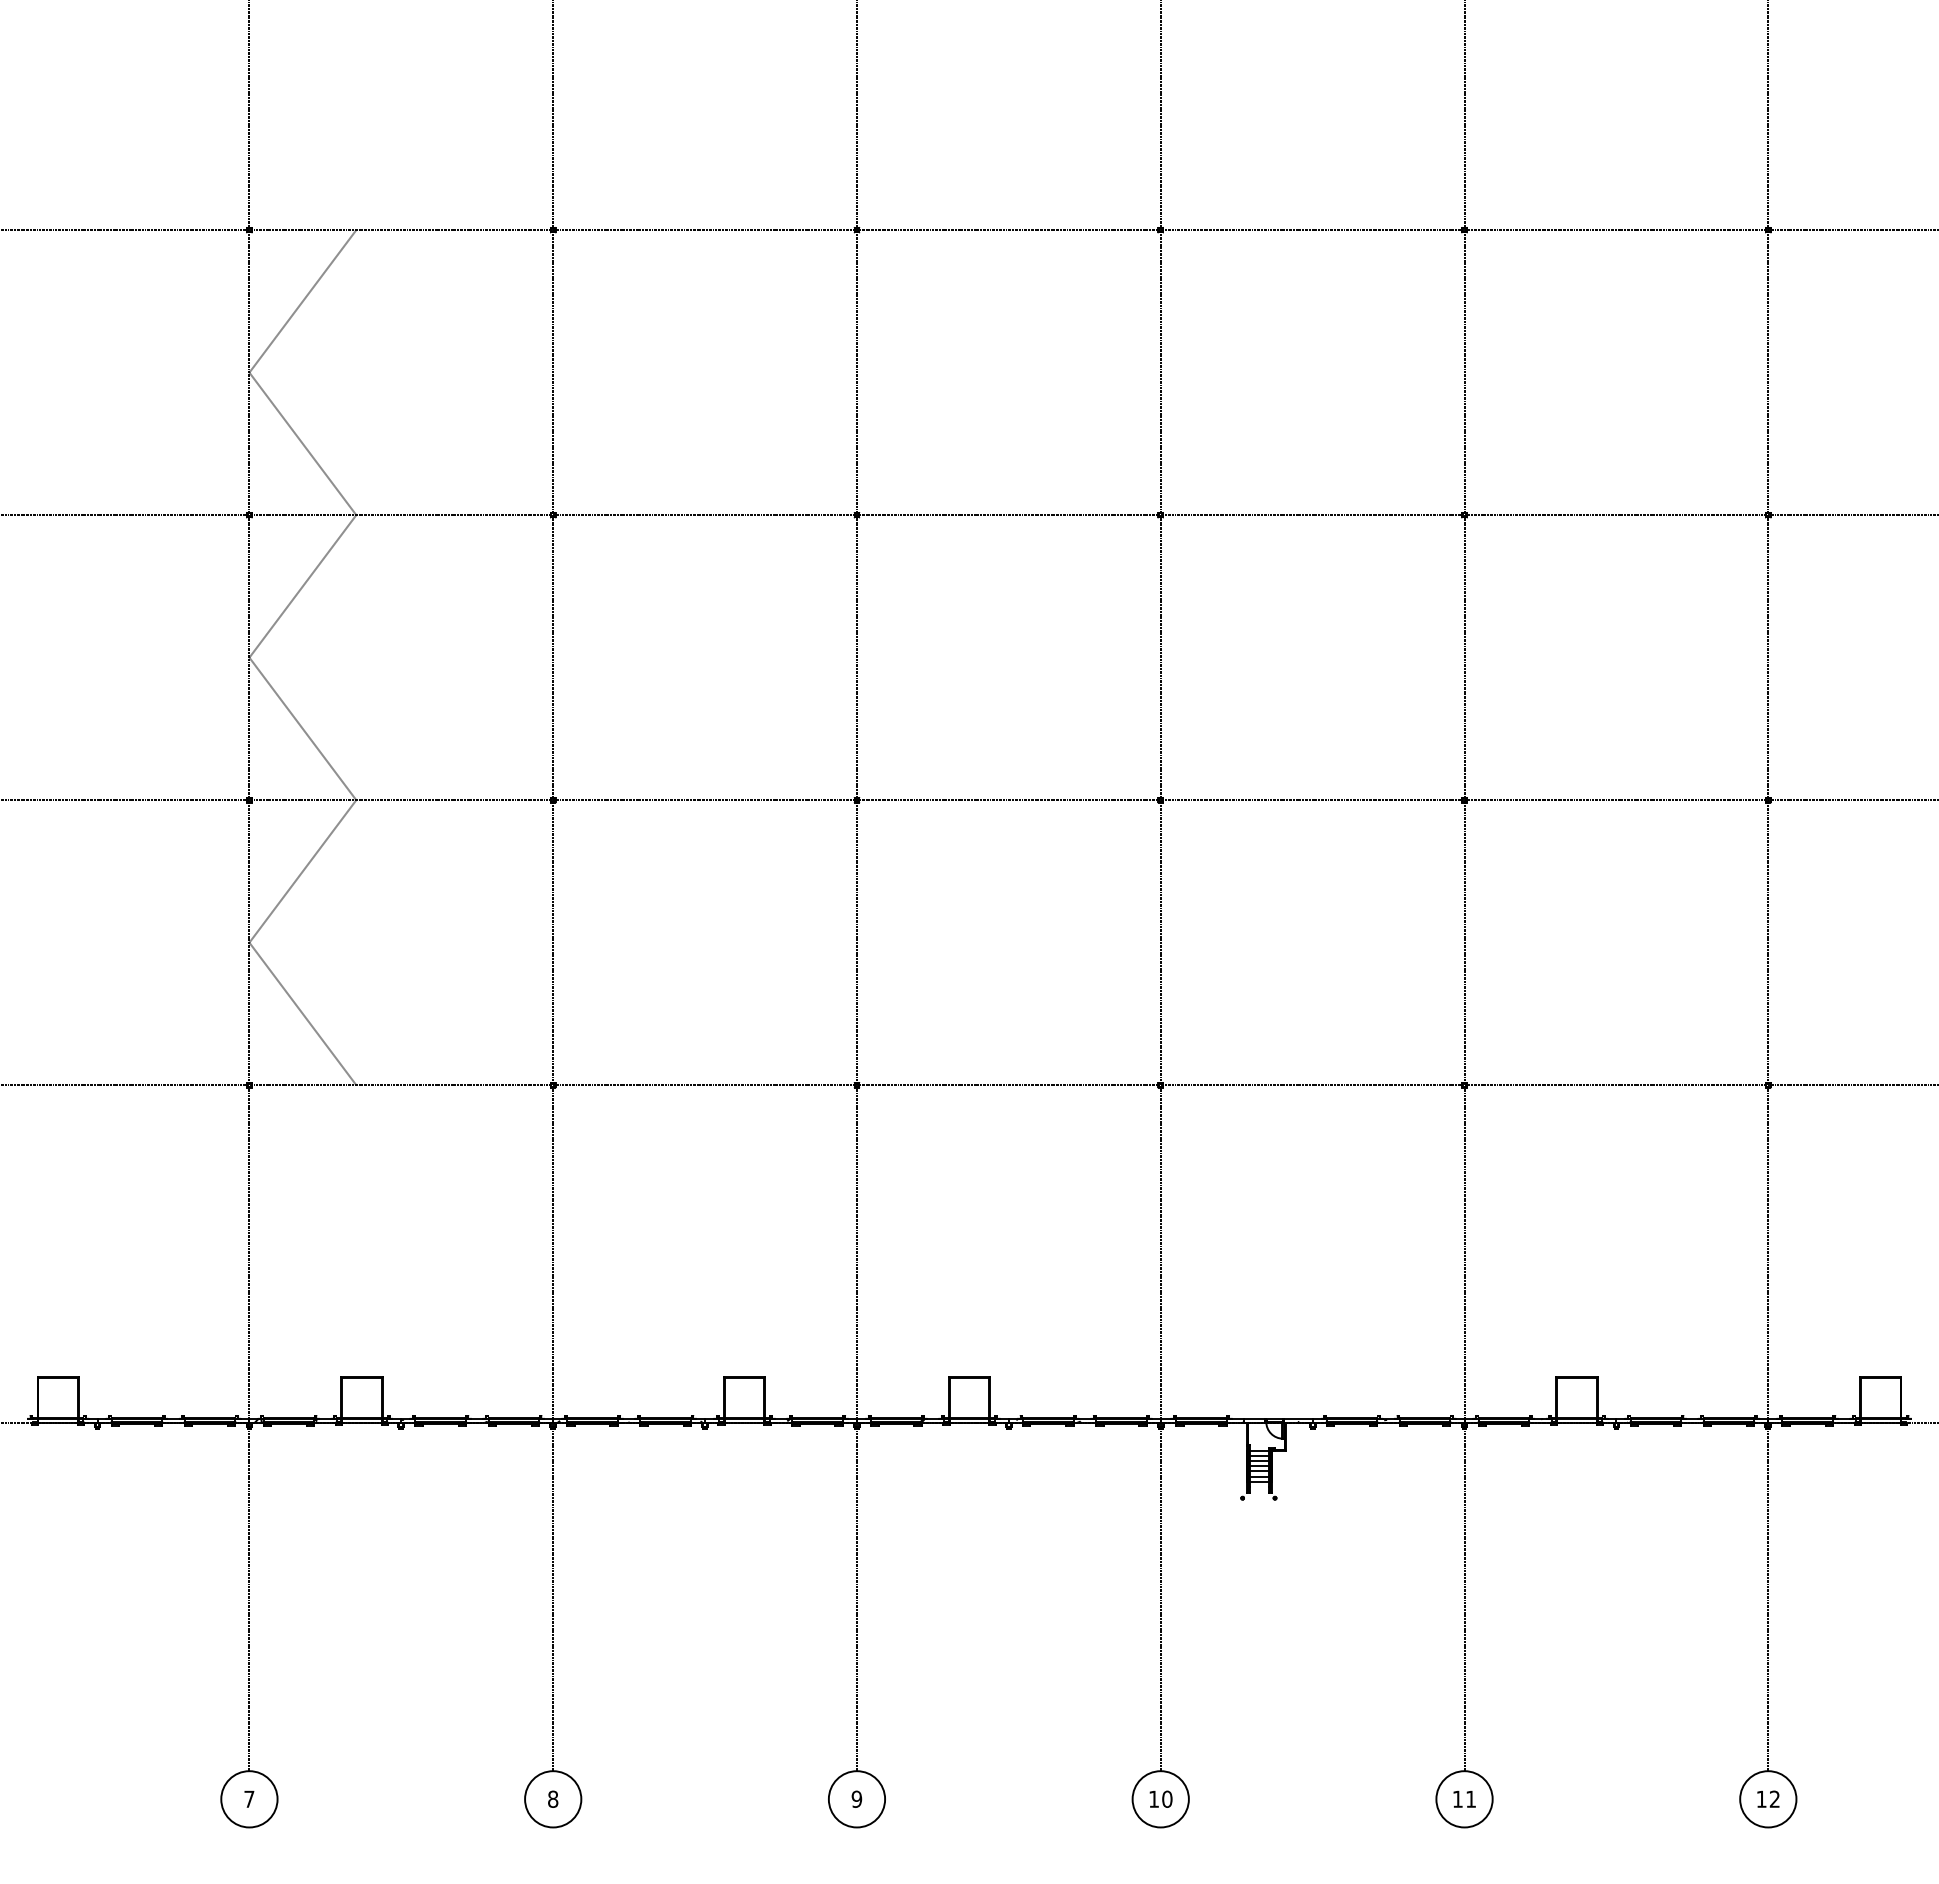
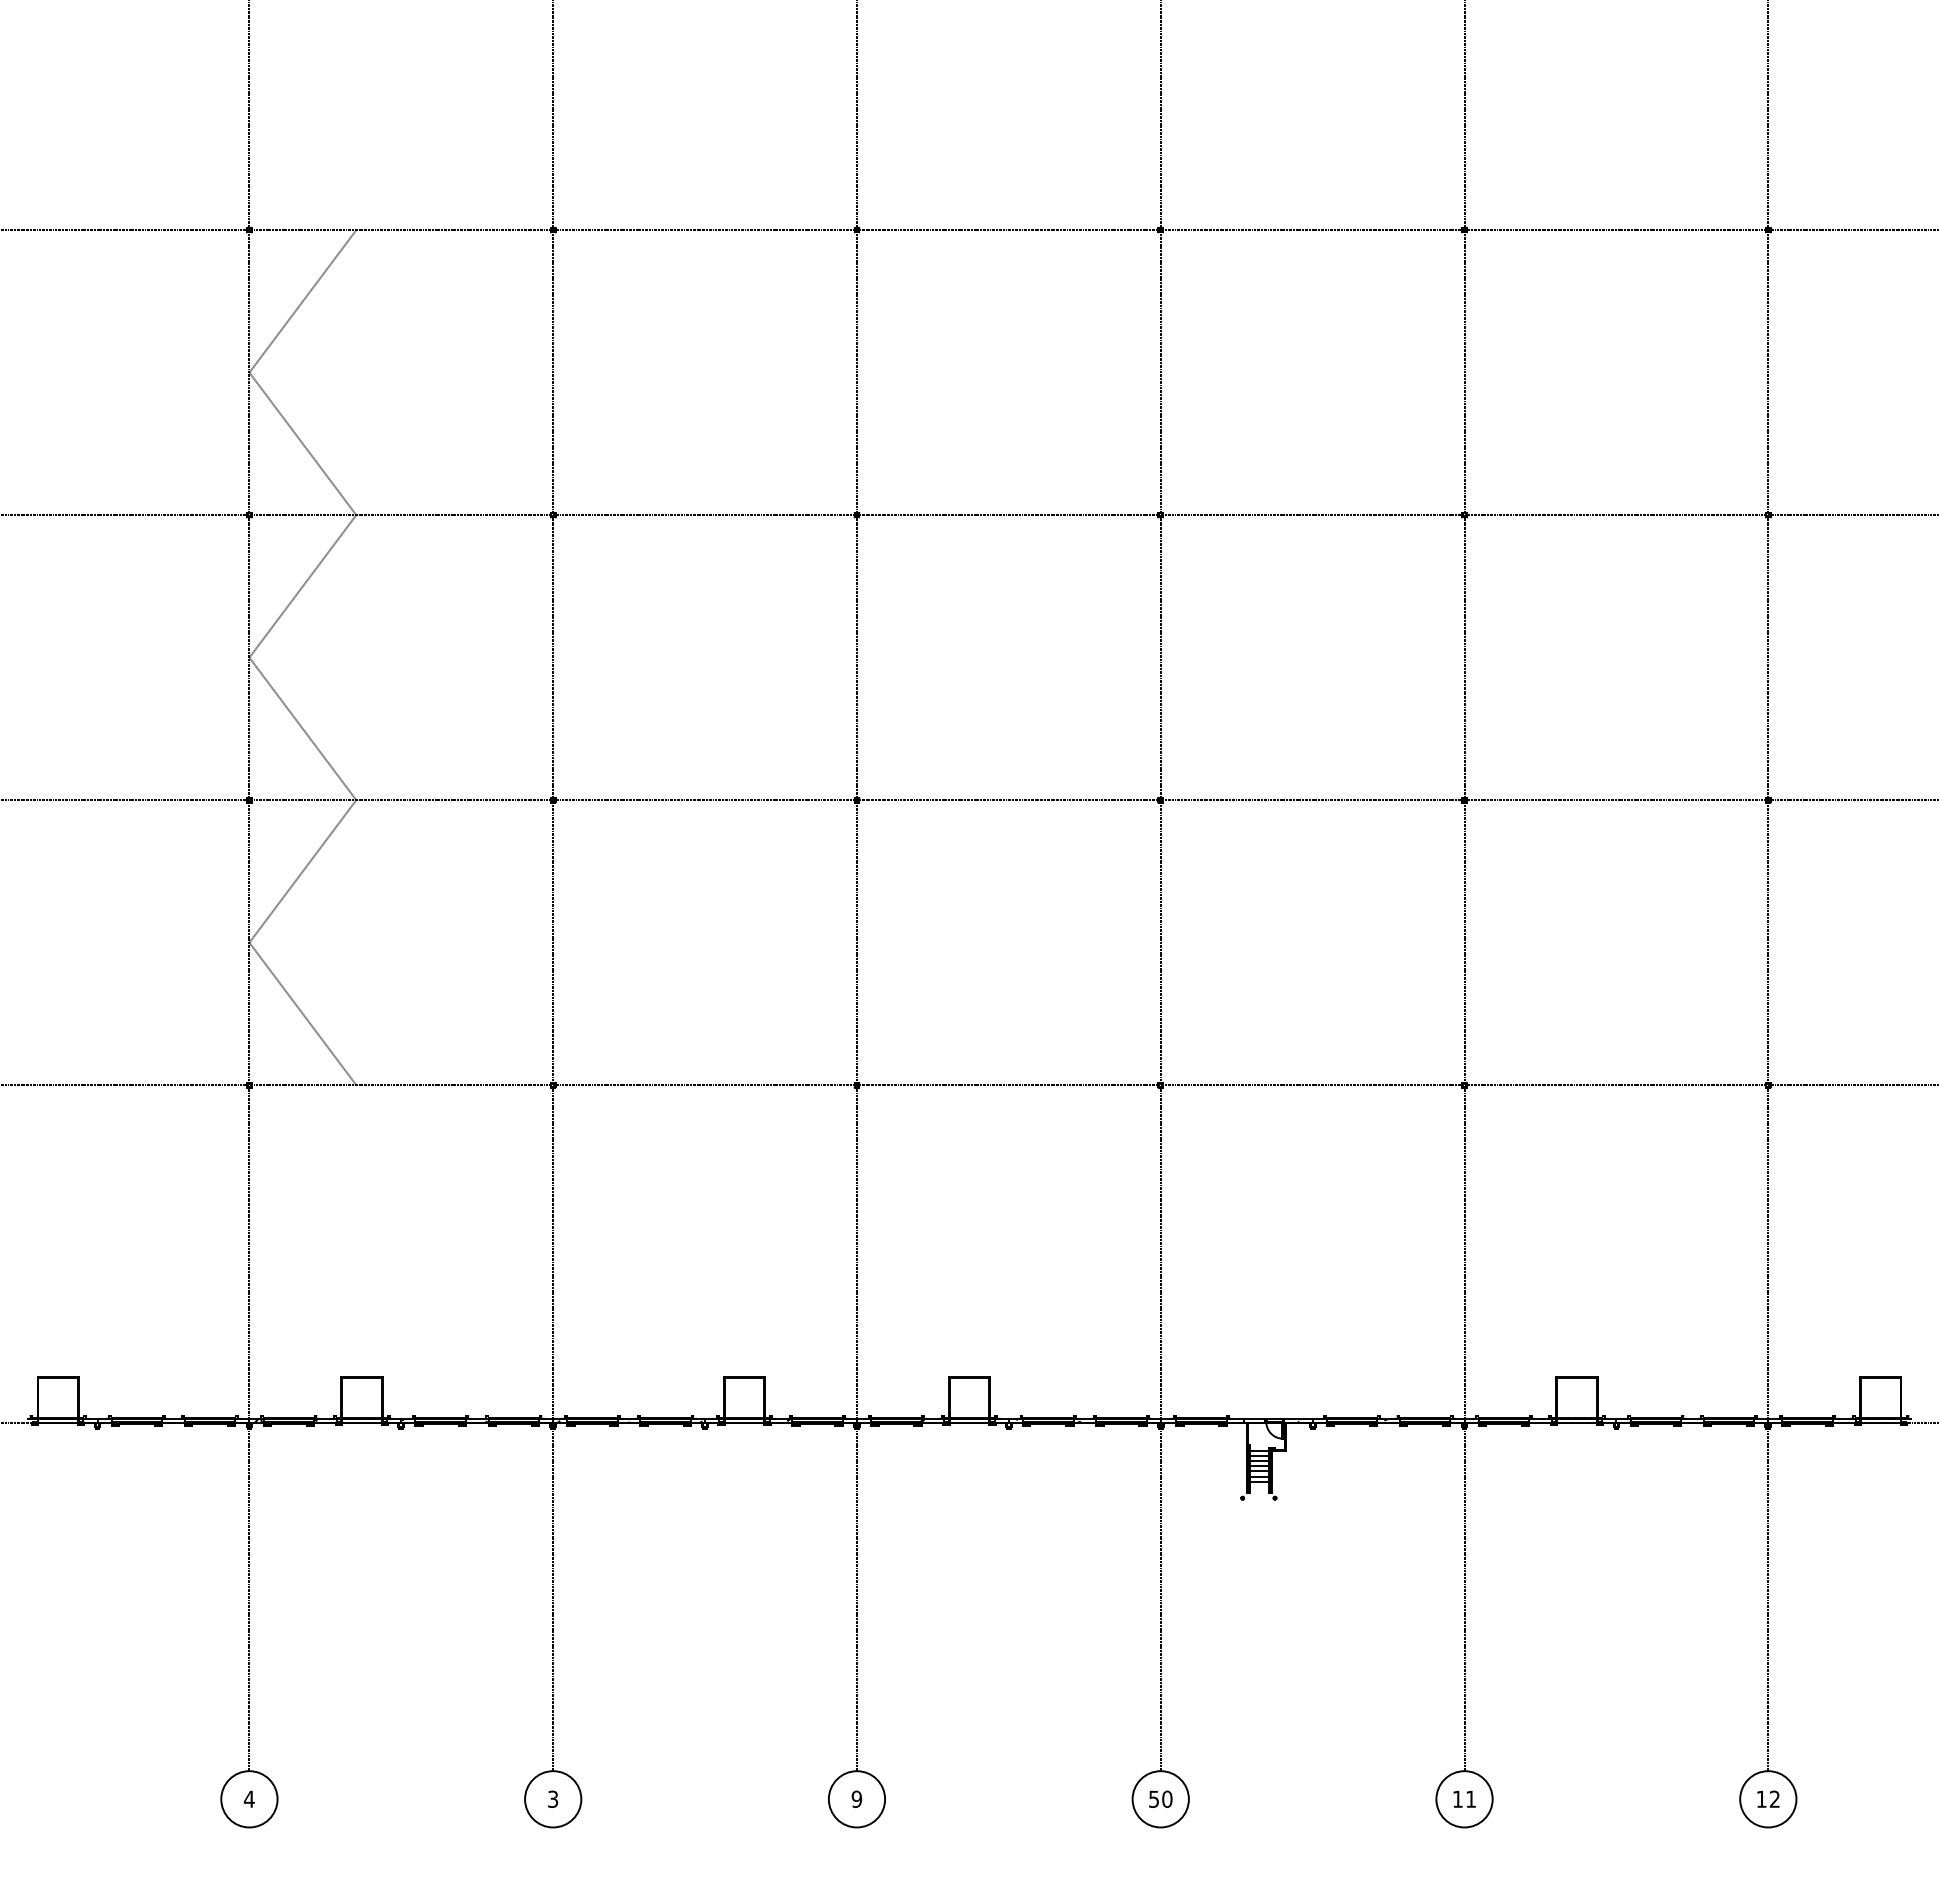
text at (248, 1798): 7 -> 4
text at (553, 1798): 8 -> 3
text at (1153, 1798): 10 -> 50
